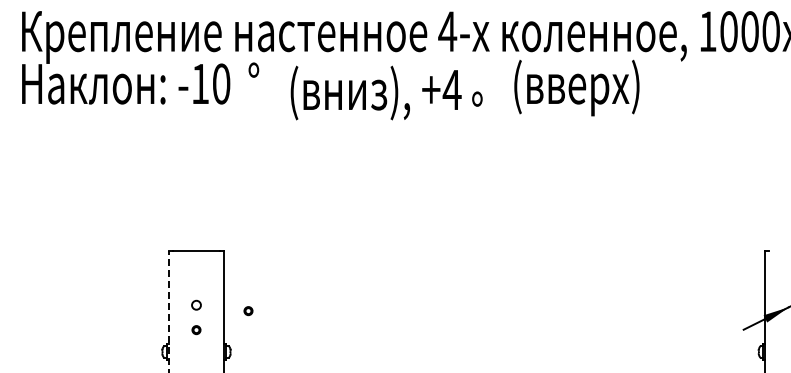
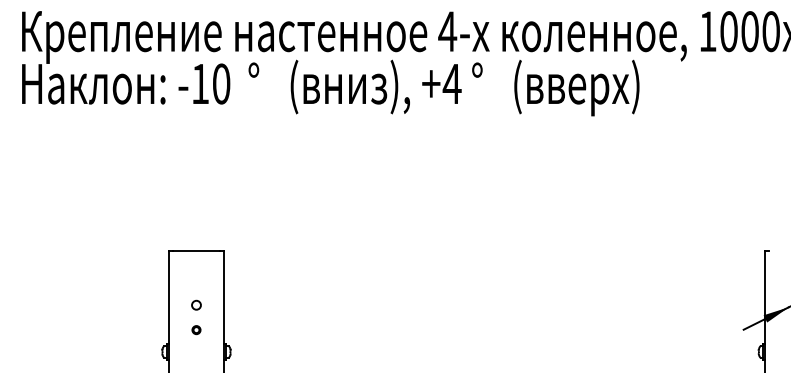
text at (375, 92) position: (375, 92) -> (375, 86)
text at (477, 98) position: (477, 98) -> (477, 69)
line at (168, 311): dashed -> solid
part at (248, 311): present -> none
